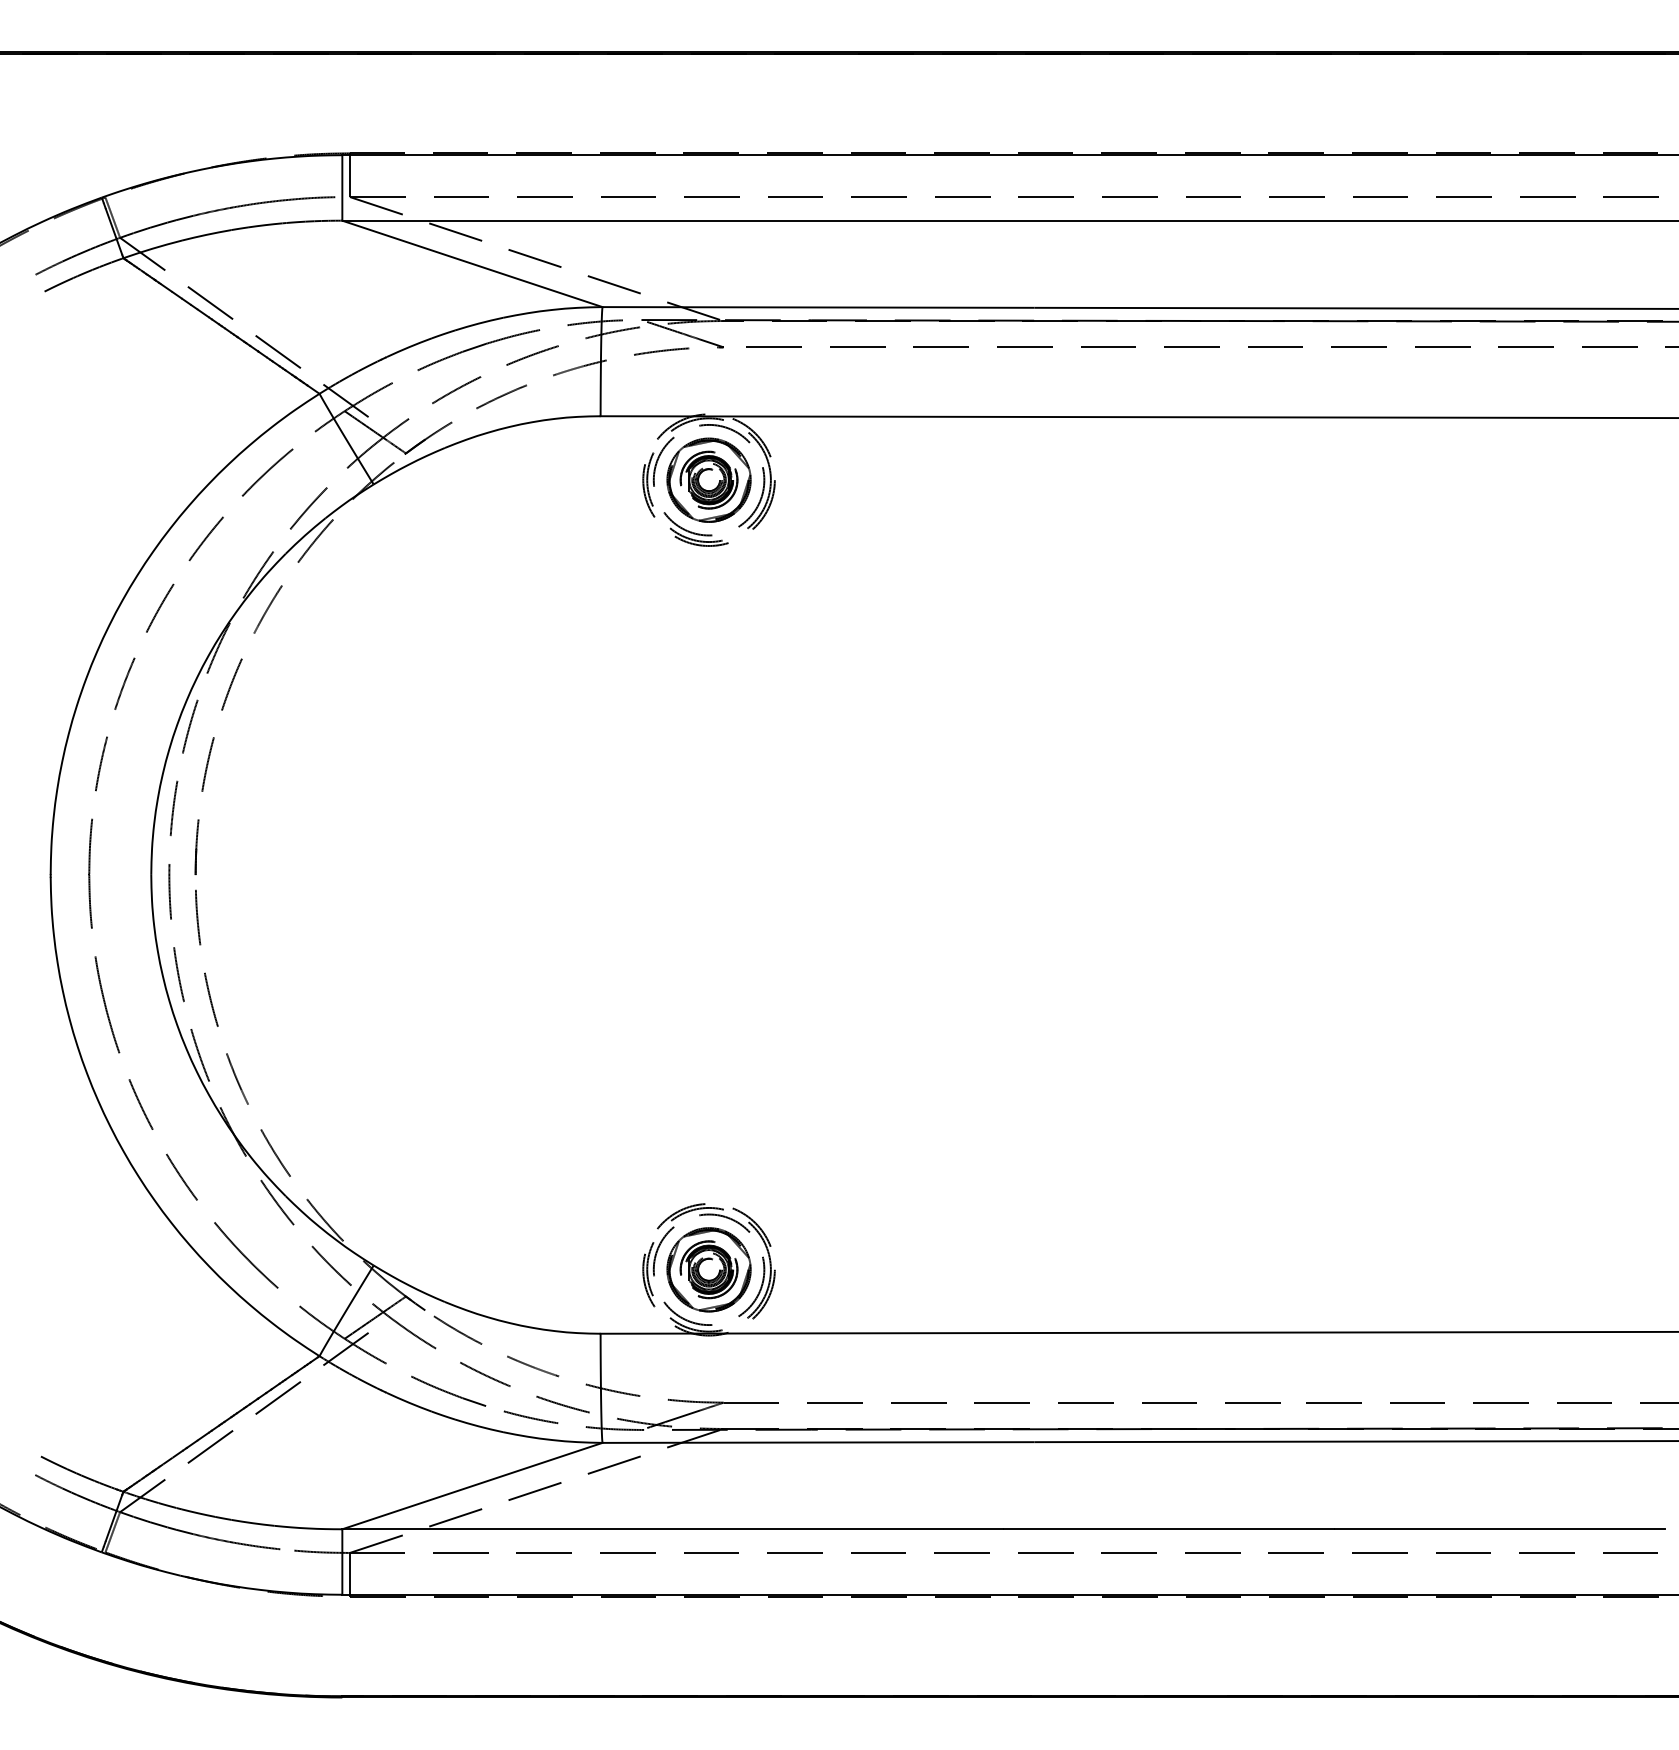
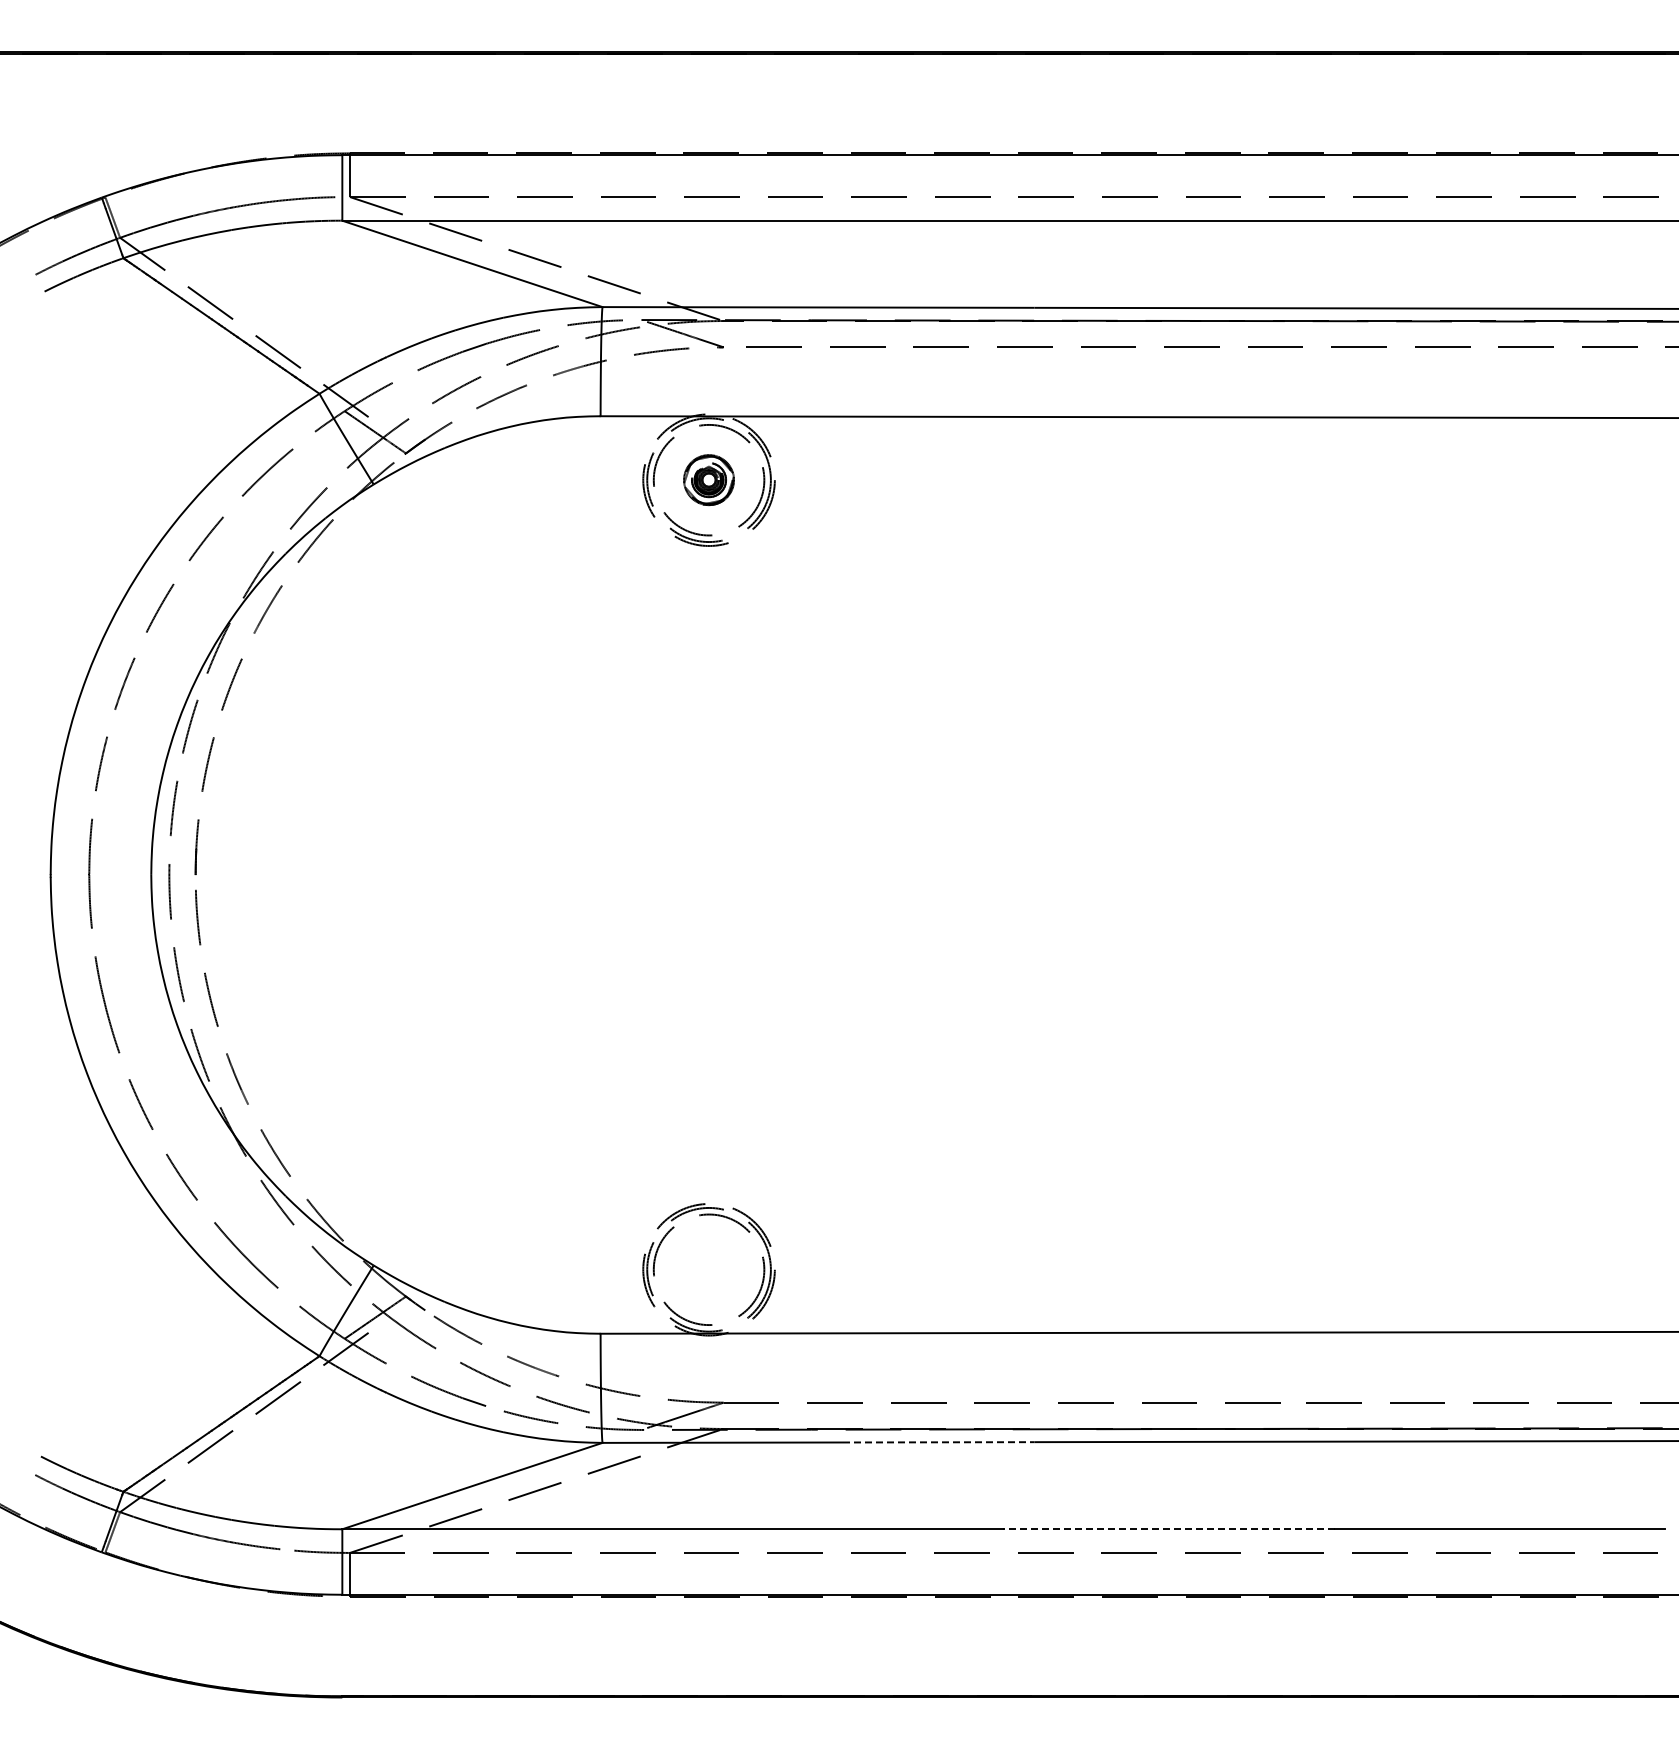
part at (708, 479) size: 86x86 px -> 52x53 px
part at (708, 1269): present -> none
line at (938, 1442): solid -> dashed
line at (1167, 1529): solid -> dashed
